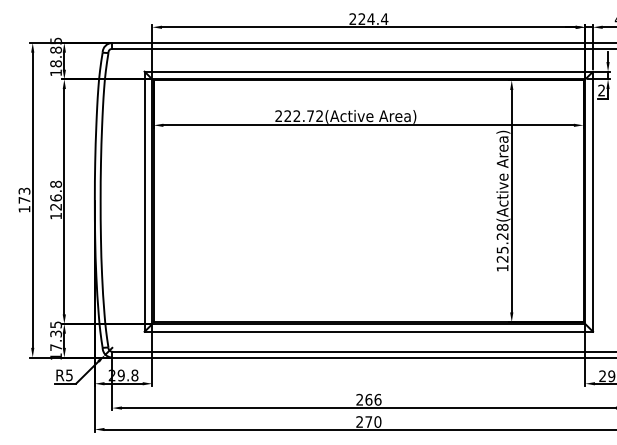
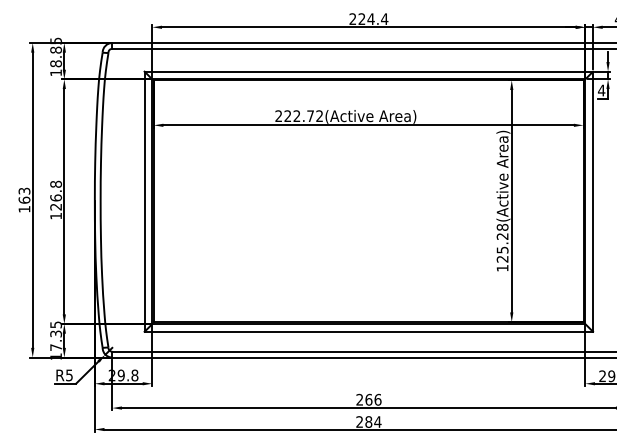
text at (601, 90): 2 -> 4
text at (24, 199): 173 -> 163
text at (373, 421): 270 -> 284
